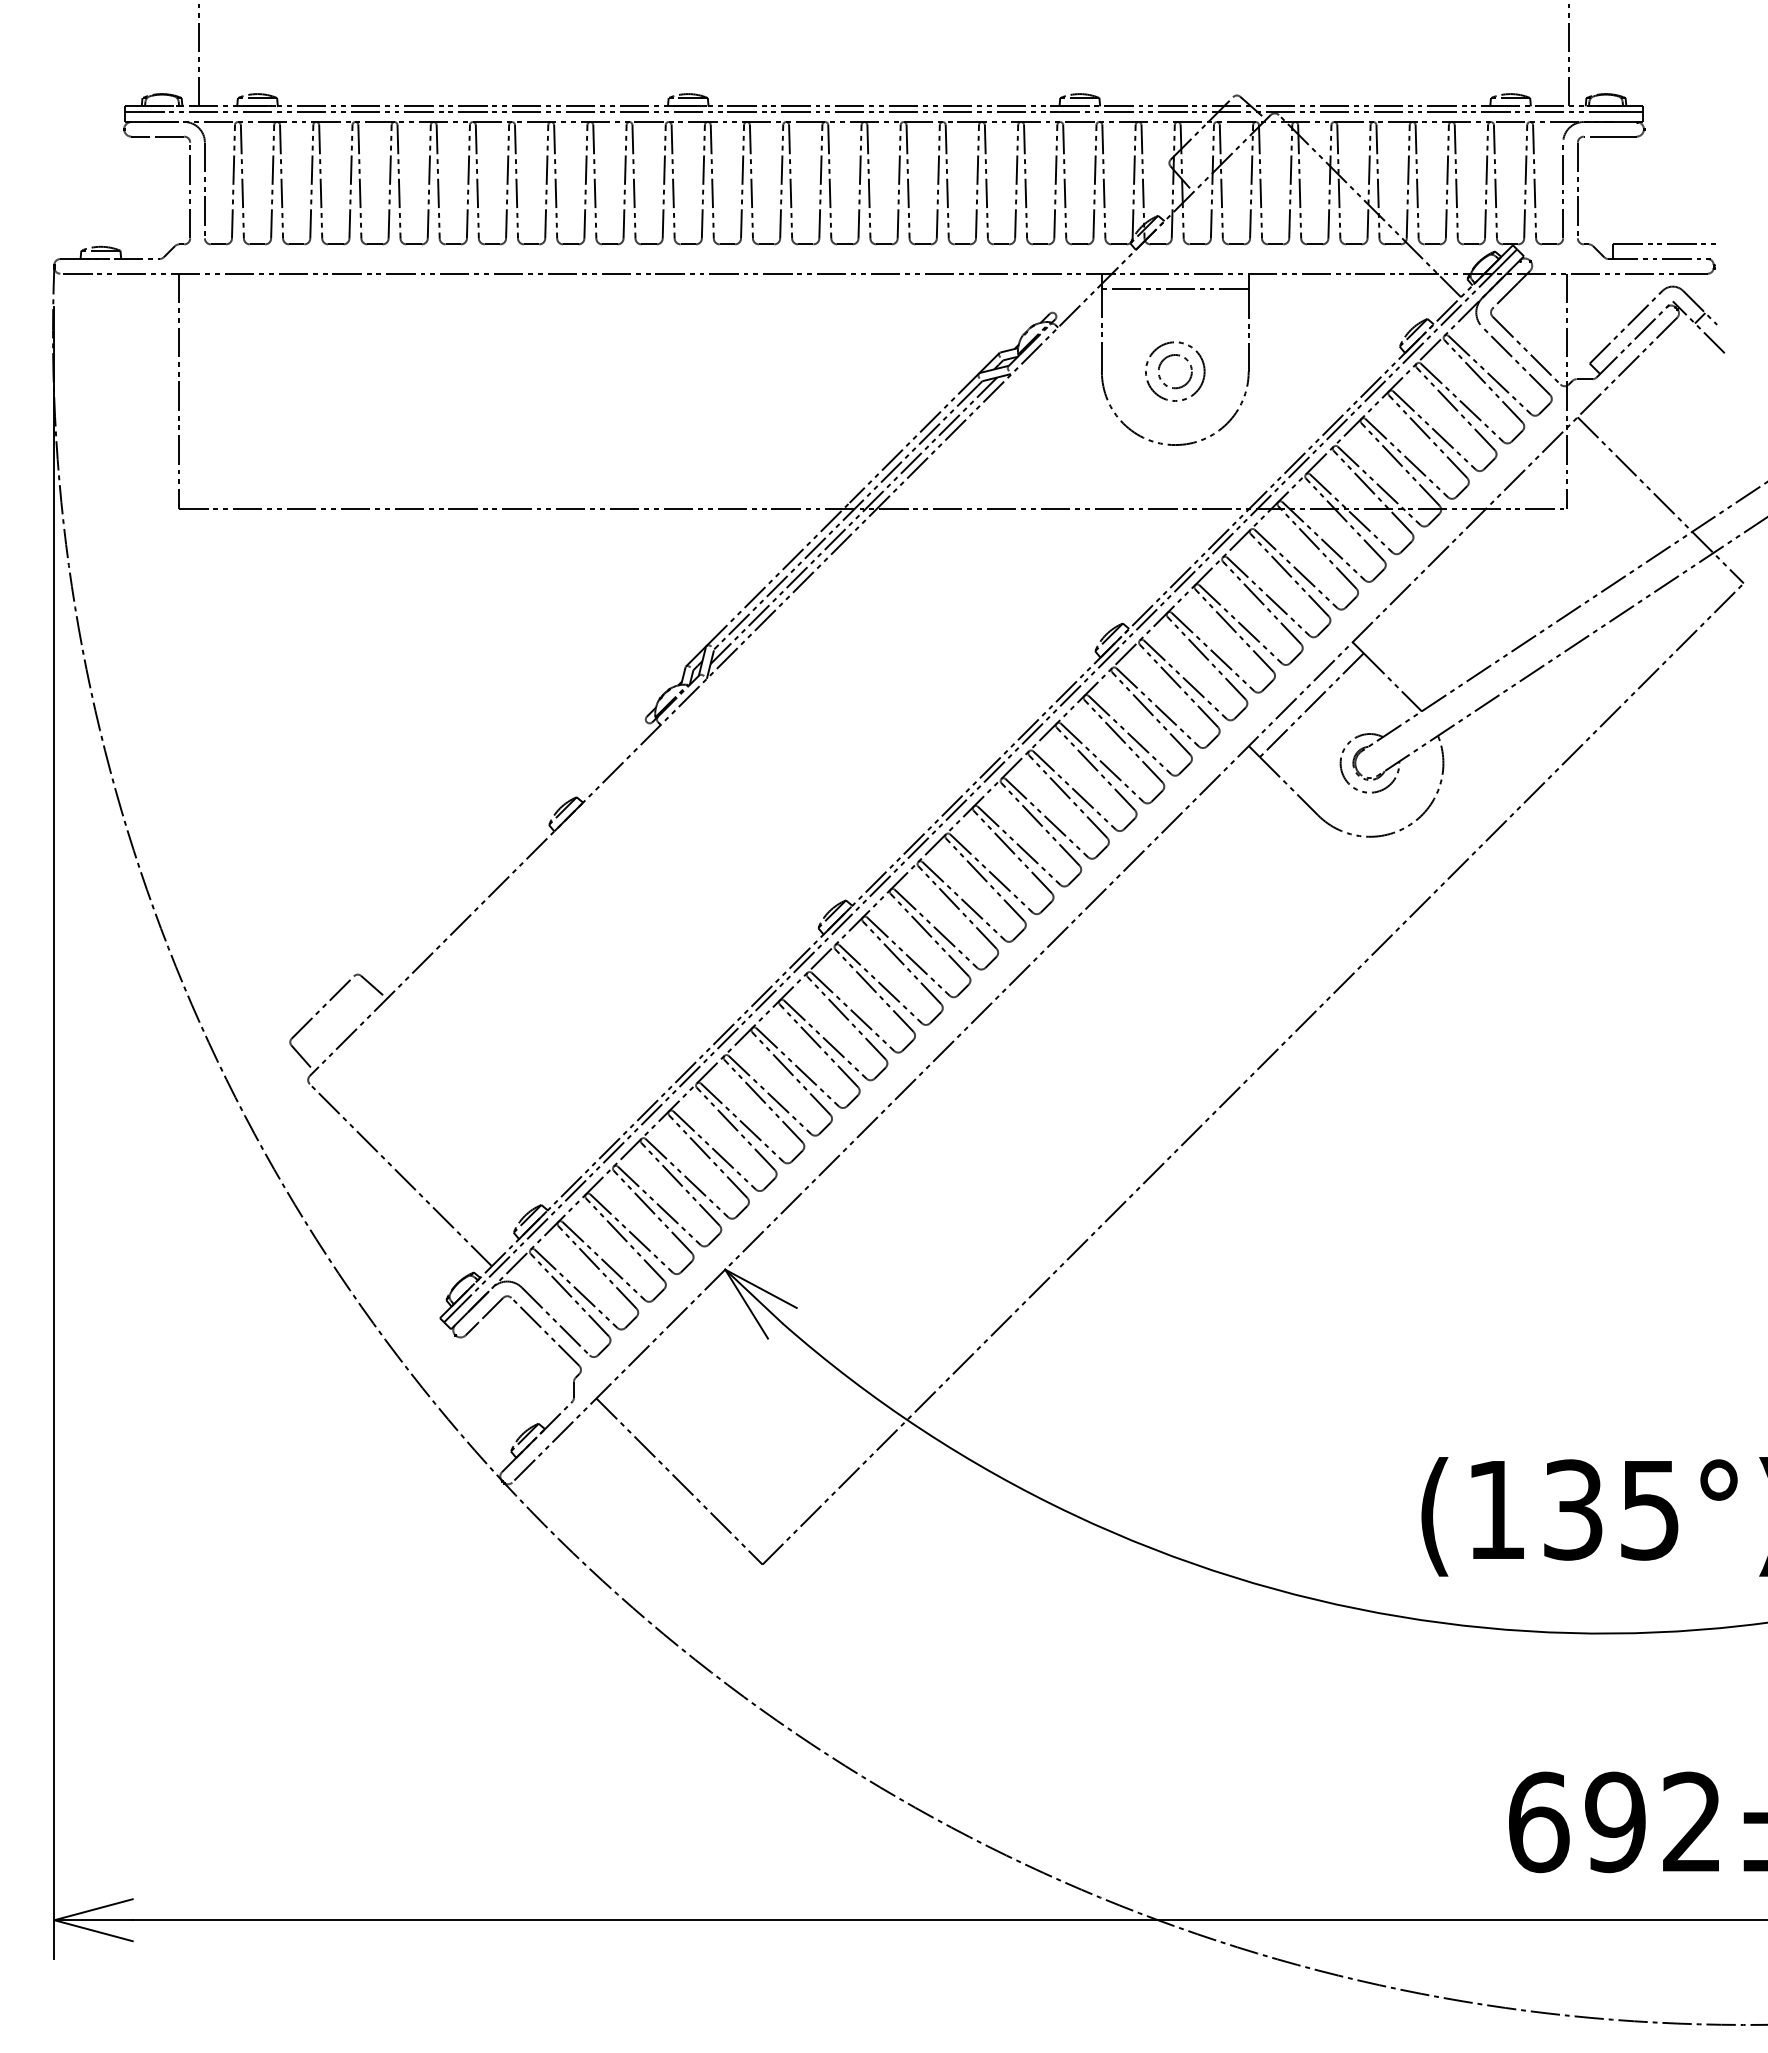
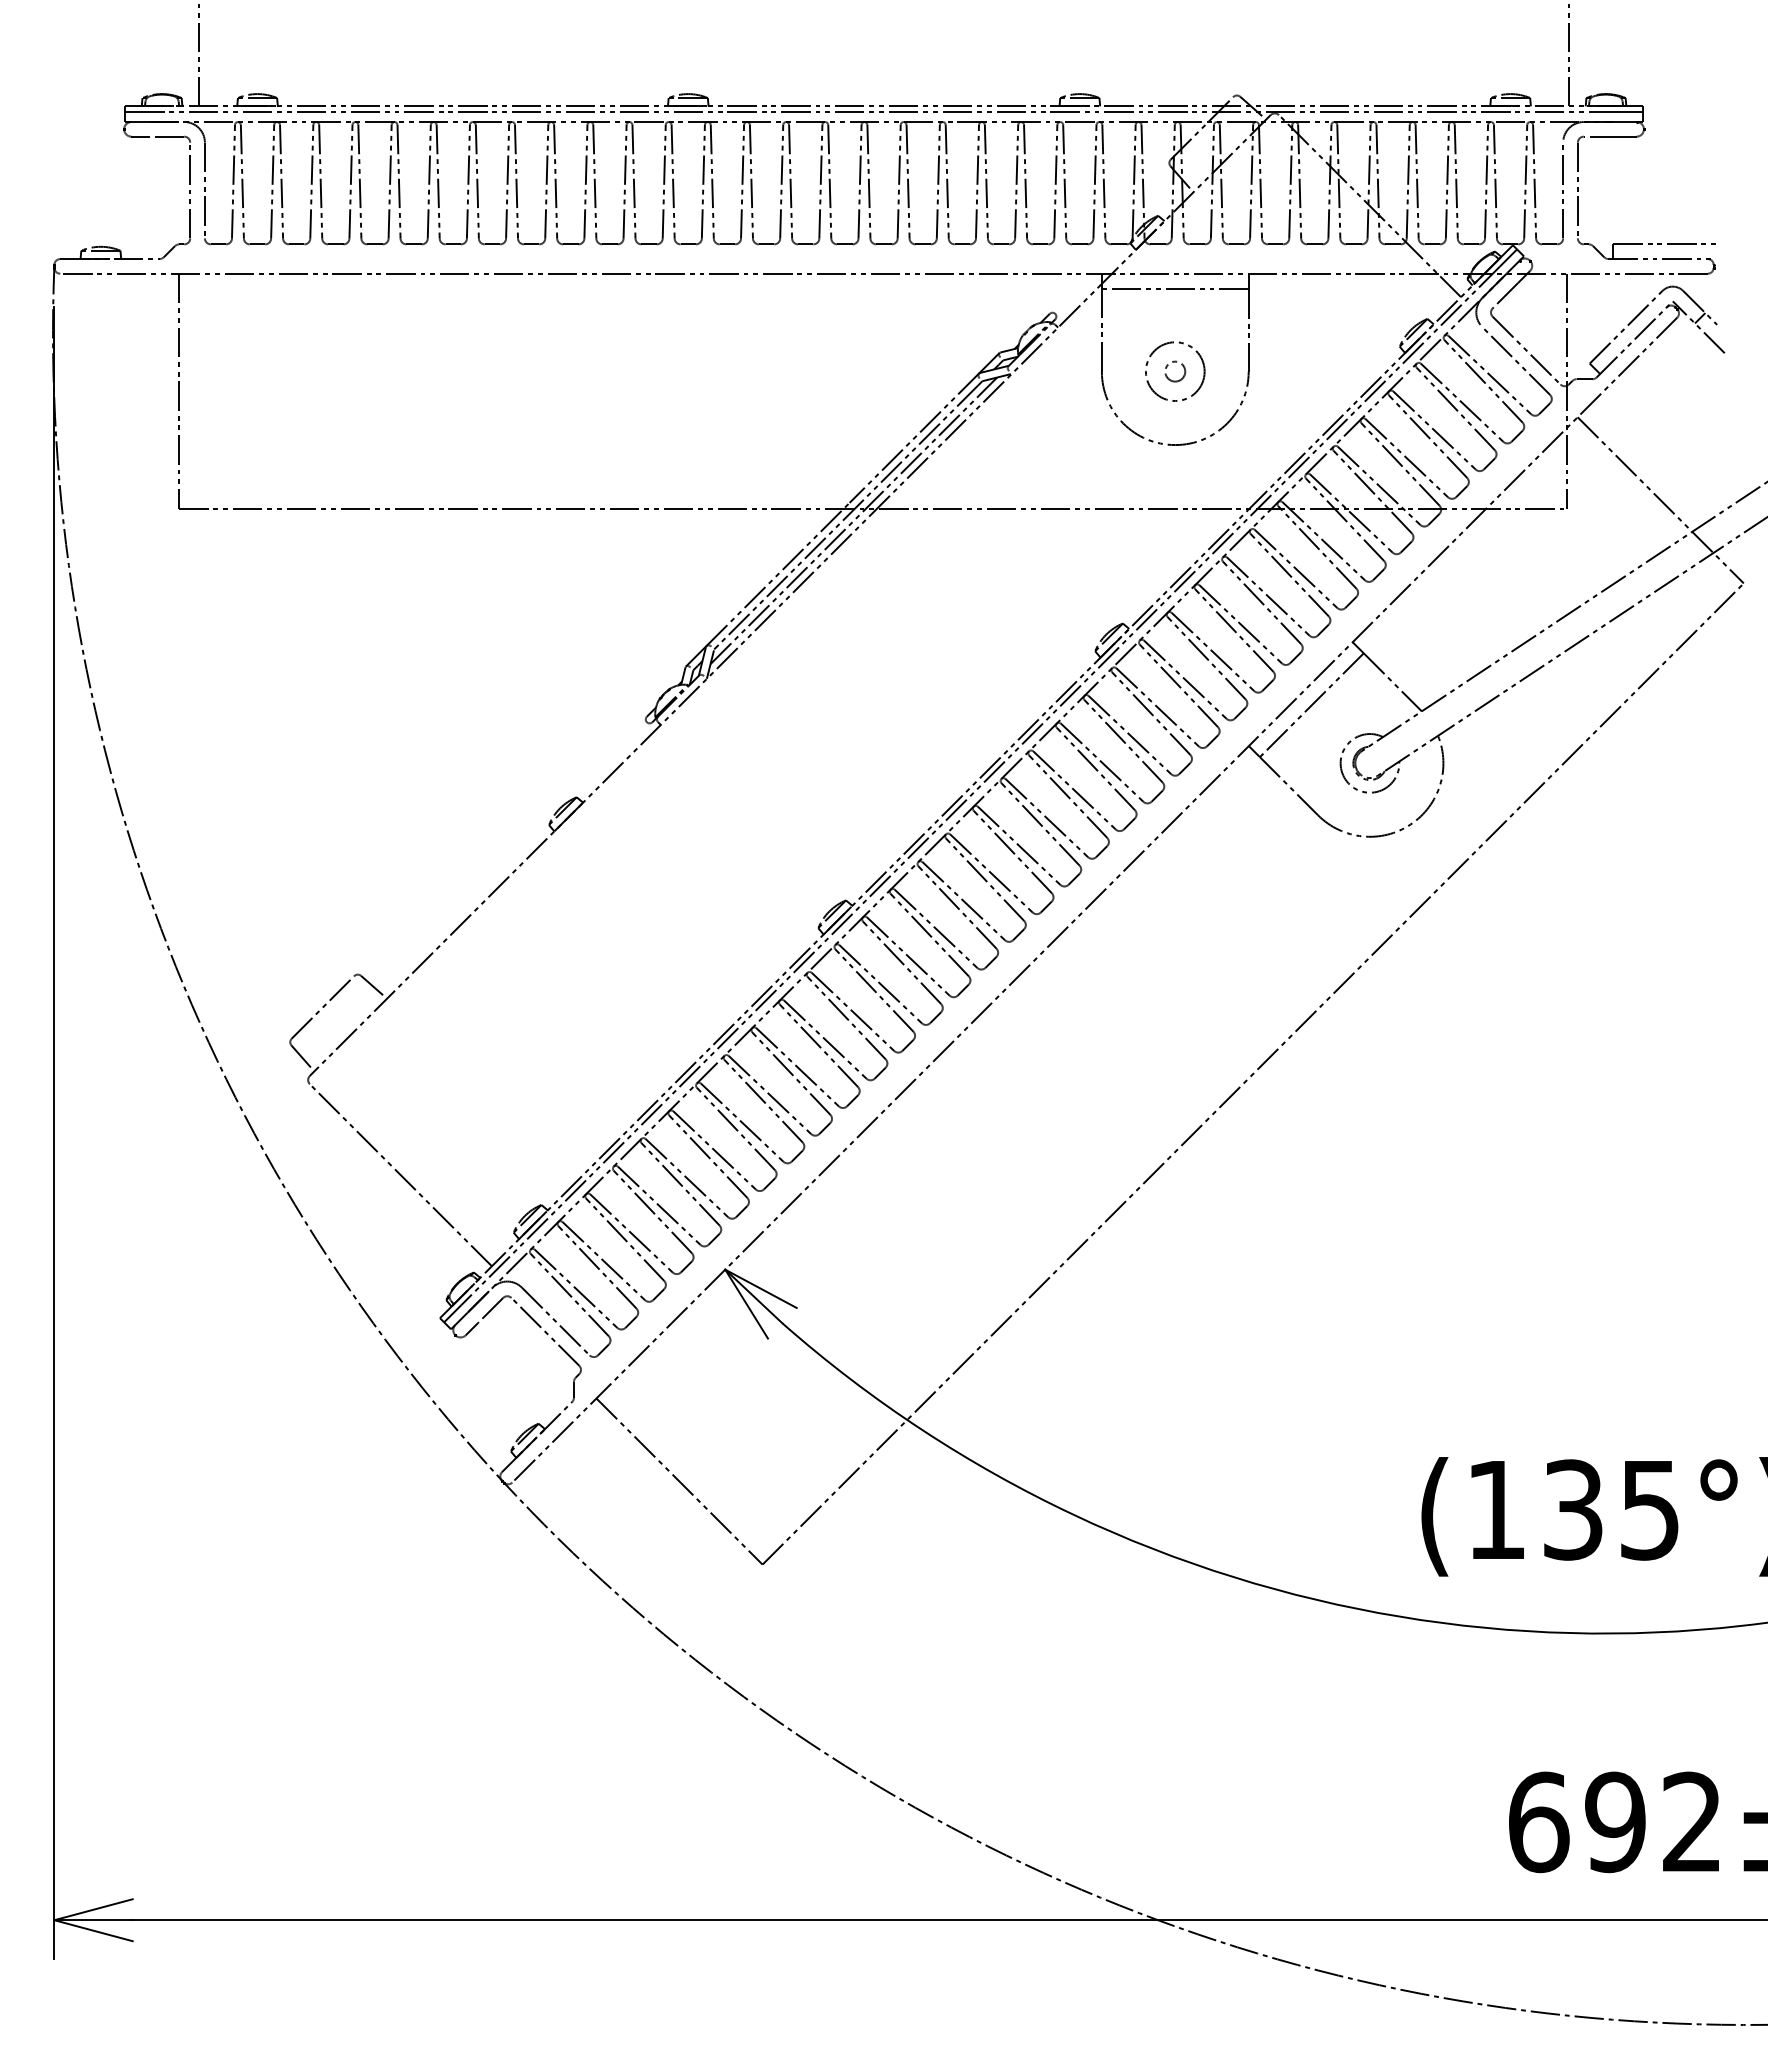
circle at (1174, 371) diameter: 33 px -> 20 px
